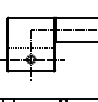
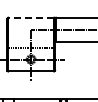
line at (31, 17): solid -> dashed
